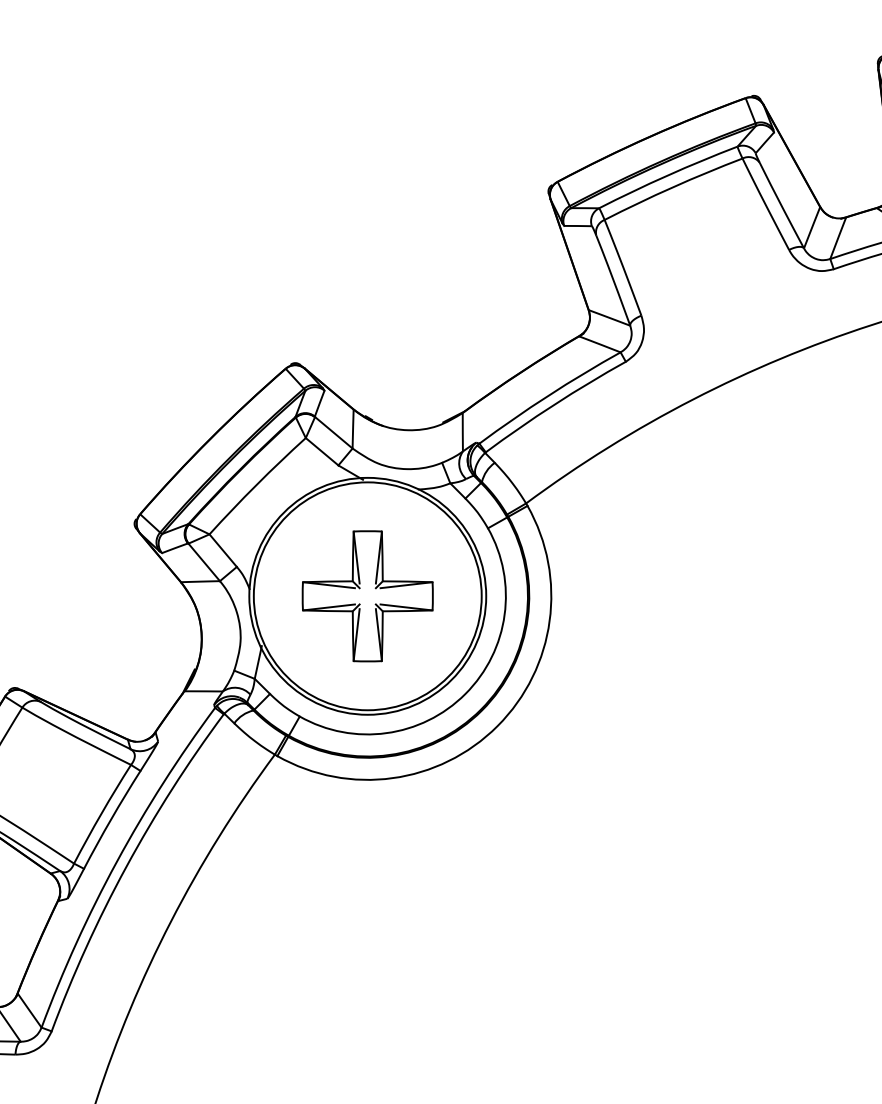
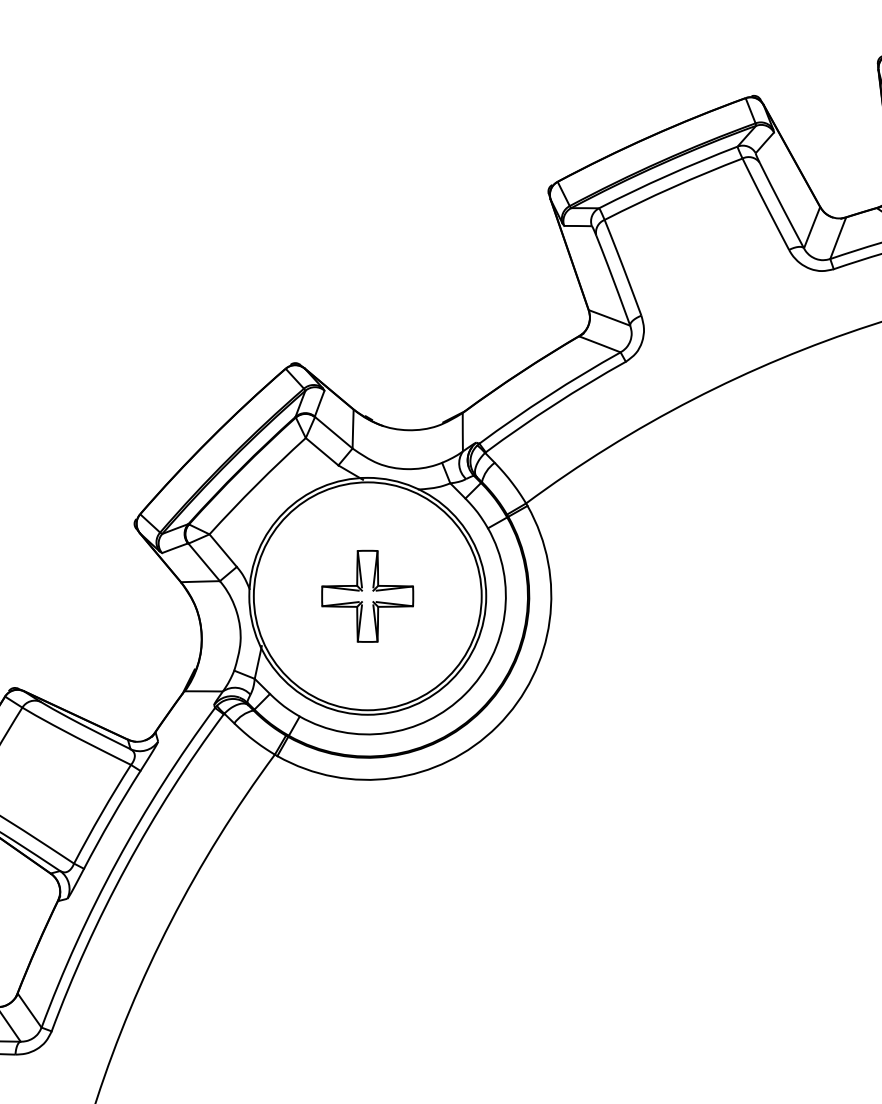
part at (367, 596) size: 133x133 px -> 94x94 px
